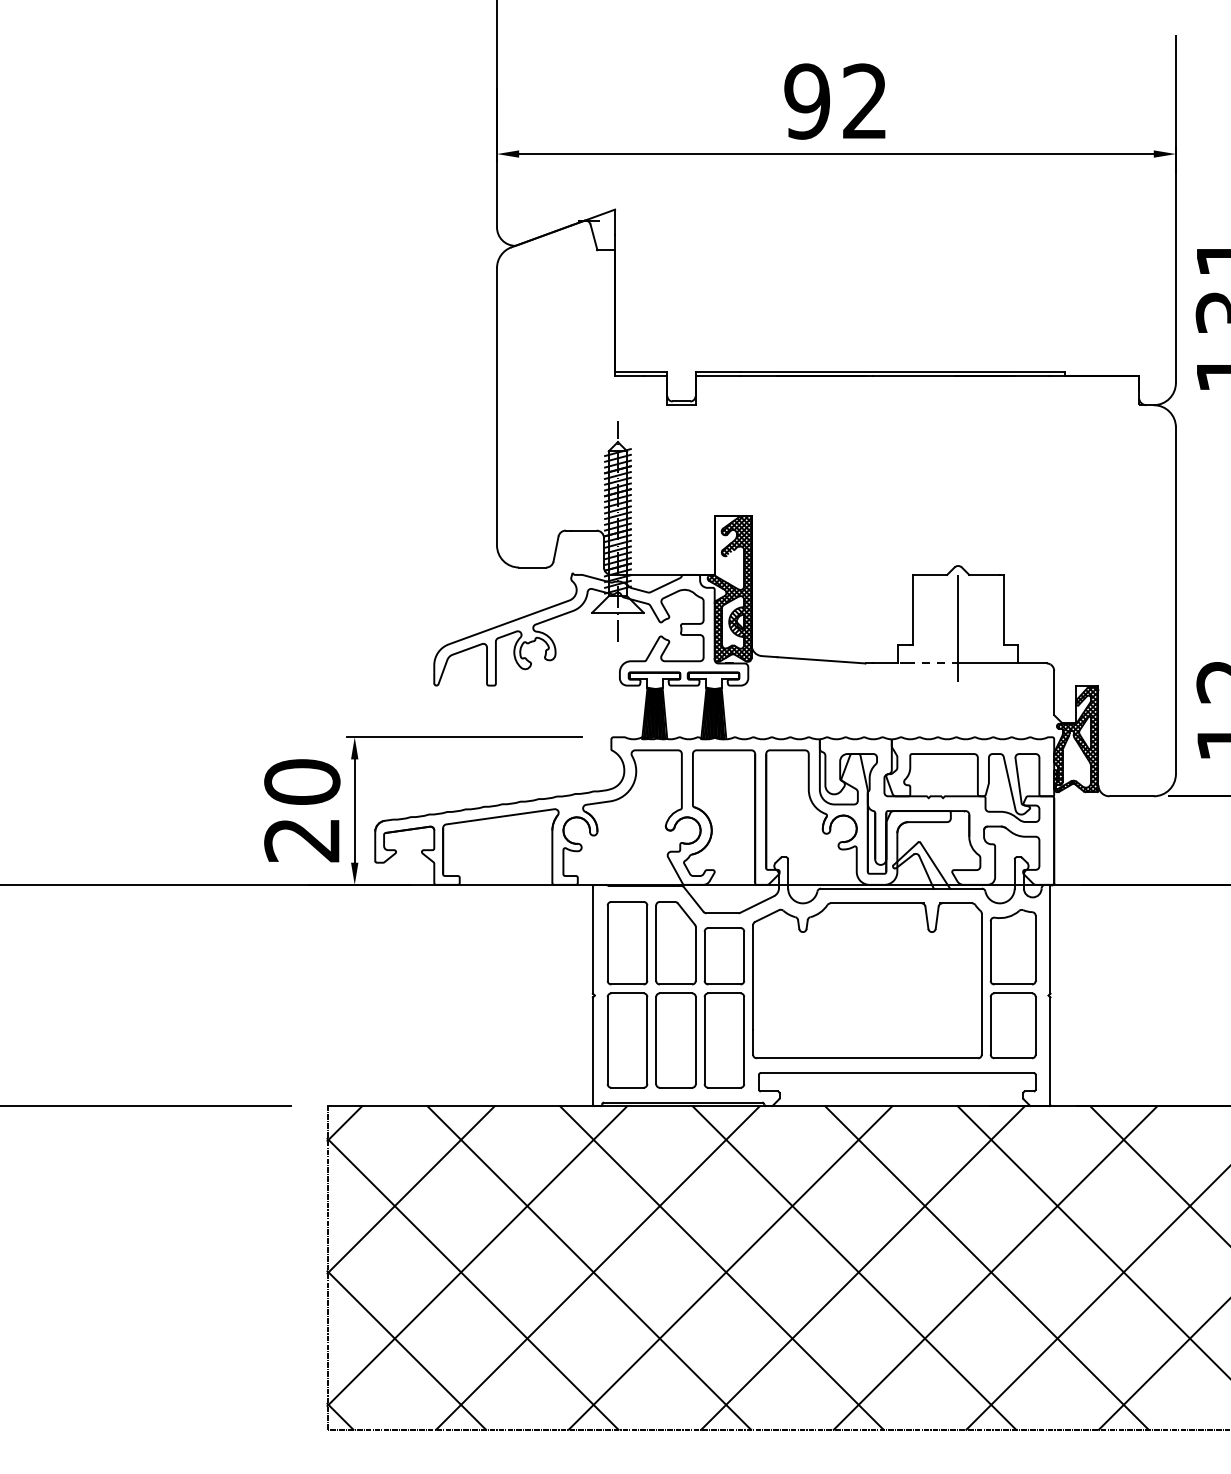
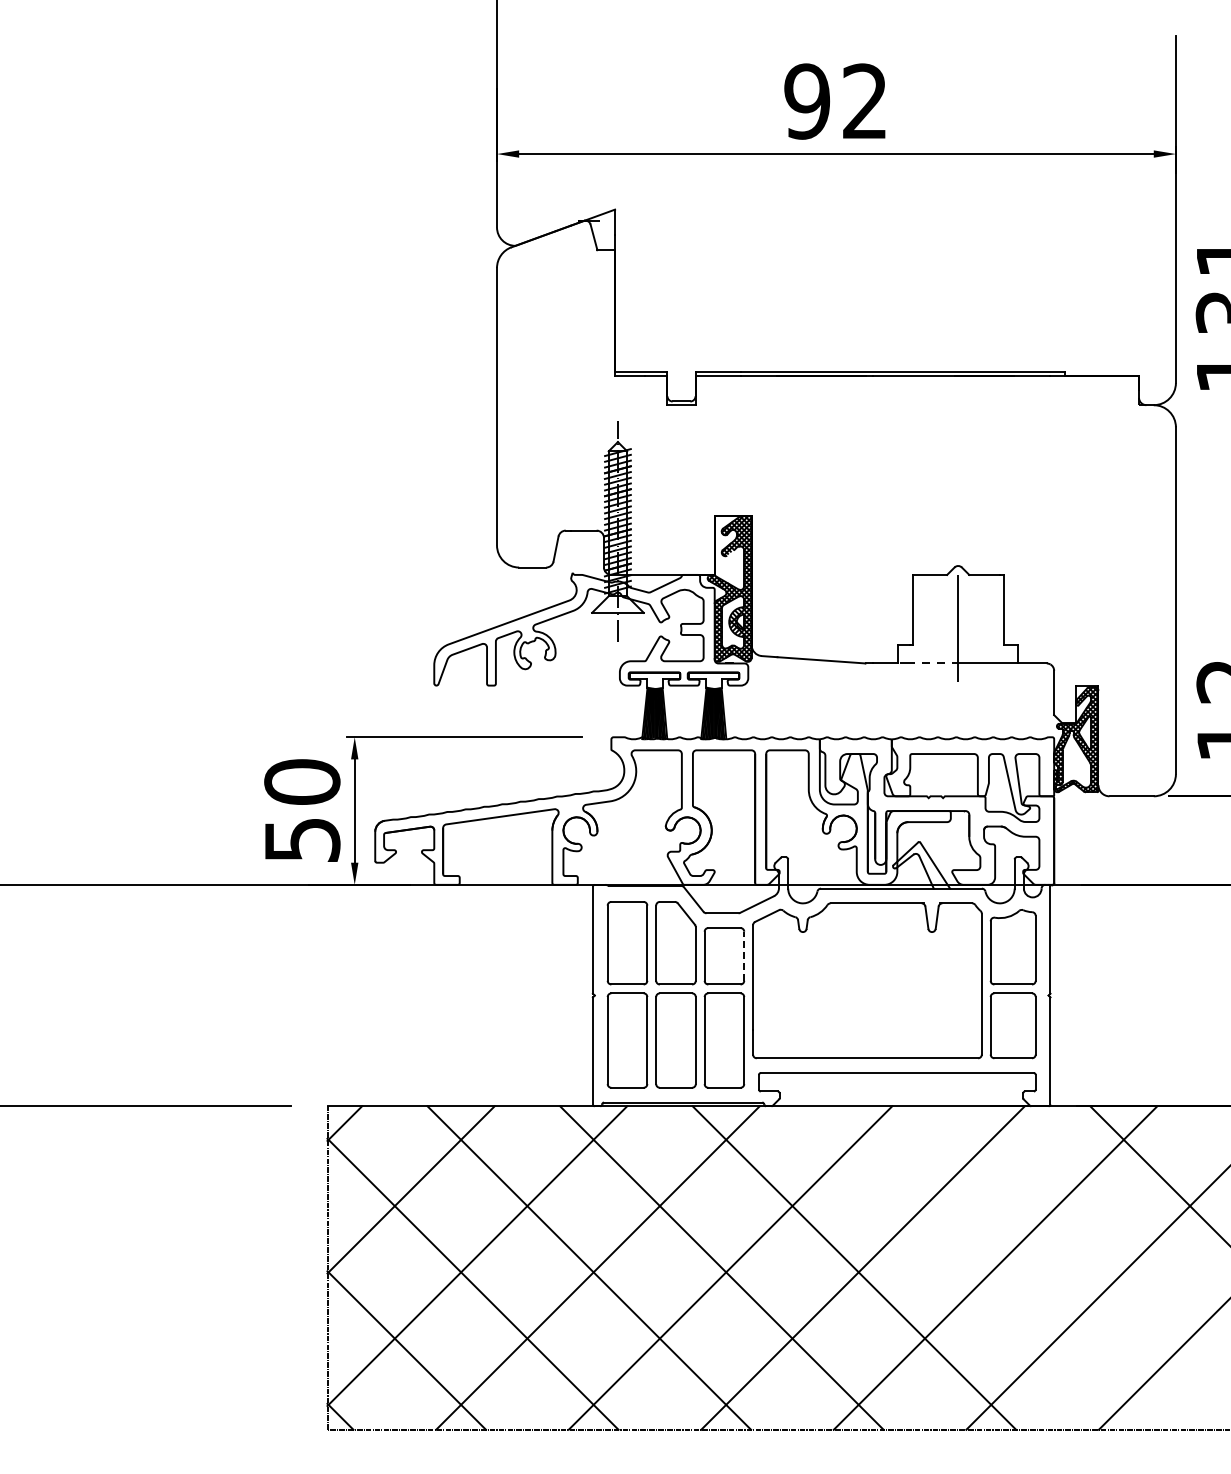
text at (302, 840): 20 -> 50
line at (744, 956): solid -> dashed
line at (1092, 1241): present -> none
line at (986, 1267): present -> none
